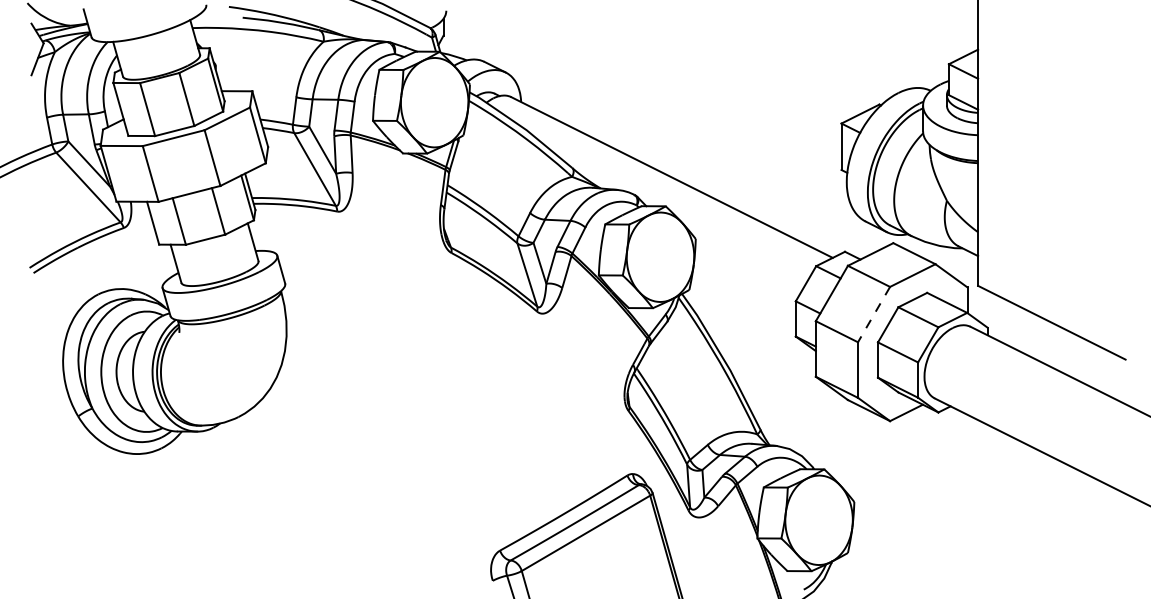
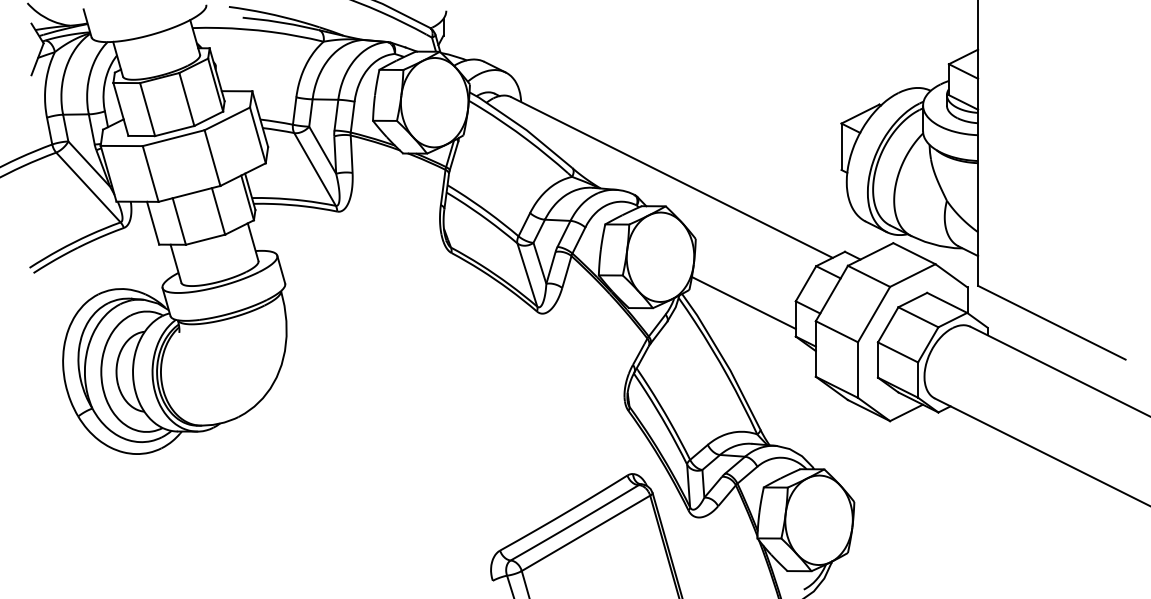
line at (743, 302): none -> present
line at (874, 314): dashed -> solid
